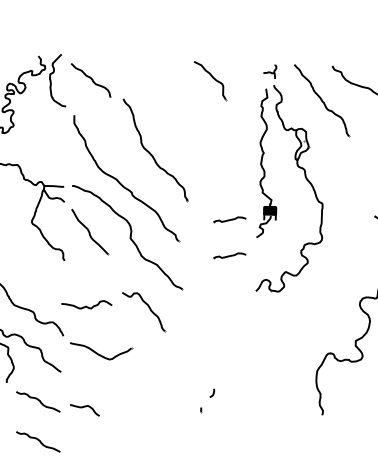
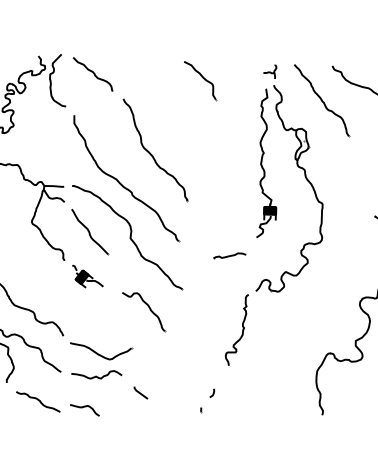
curve at (90, 79) position: (90, 79) -> (92, 73)
part at (210, 81) position: (210, 81) -> (200, 81)
part at (229, 219): present -> none
part at (87, 276): none -> present
curve at (86, 305) position: (86, 305) -> (96, 375)
curve at (242, 329): none -> present
line at (140, 392): none -> present
curve at (38, 441): present -> none
